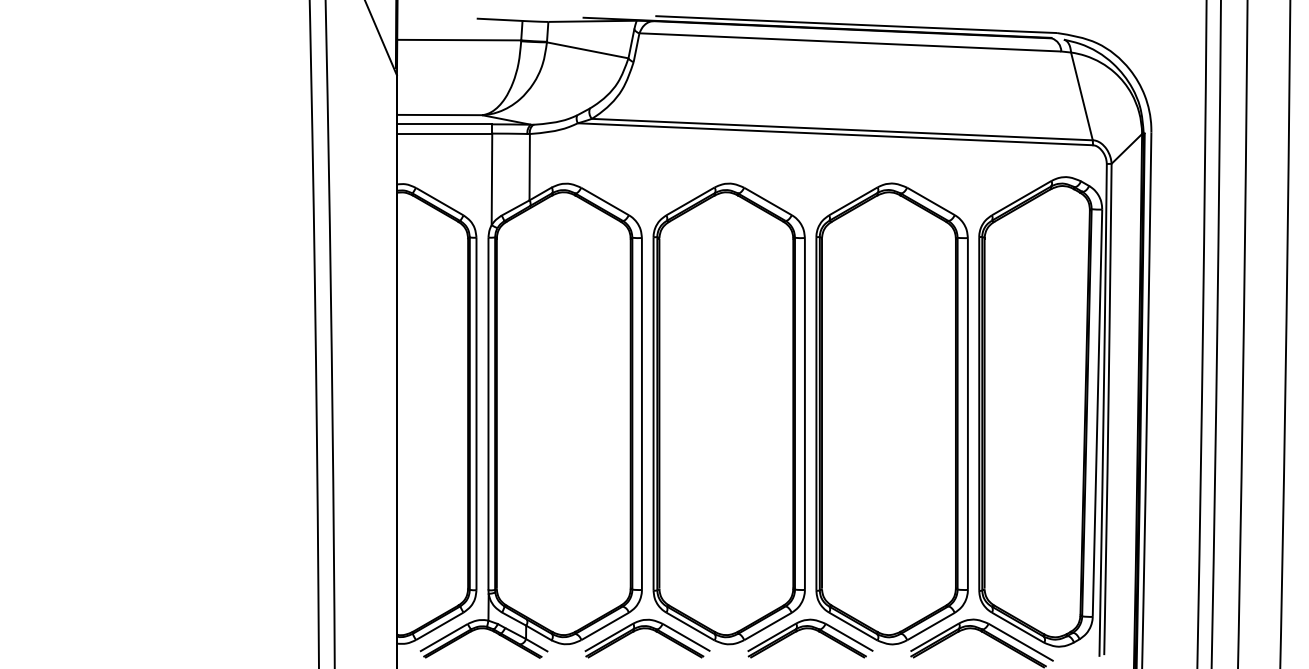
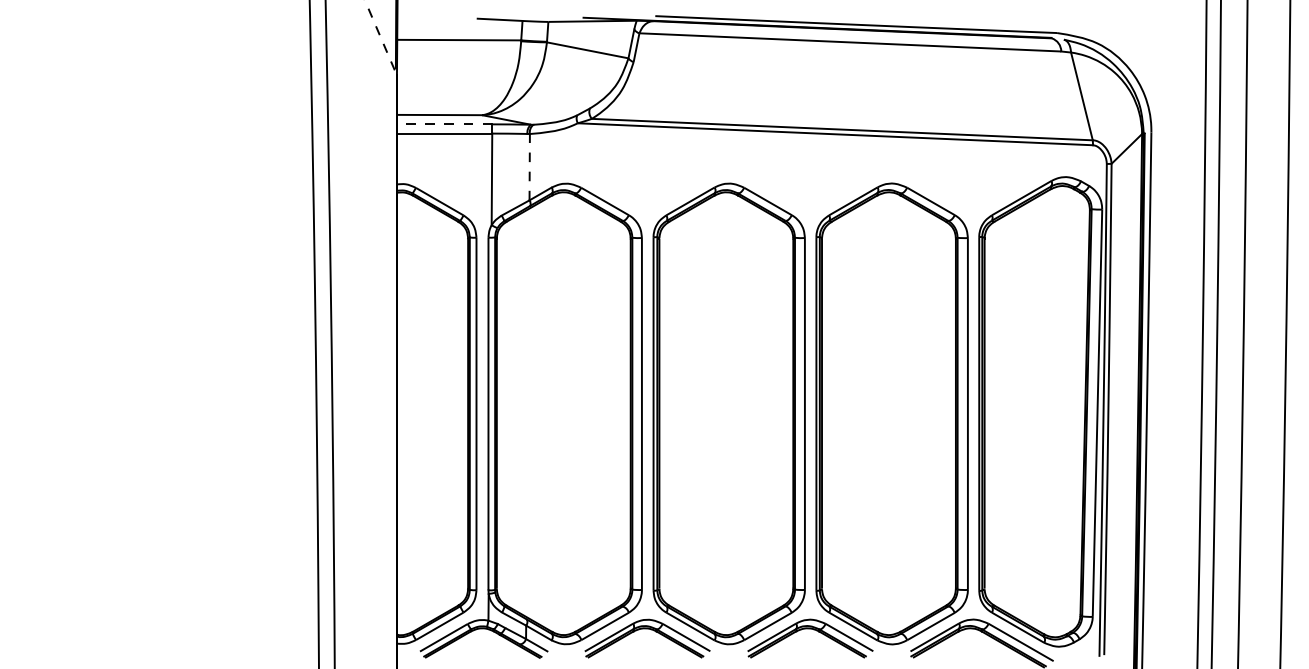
line at (380, 37): solid -> dashed
line at (444, 124): solid -> dashed
line at (529, 166): solid -> dashed
